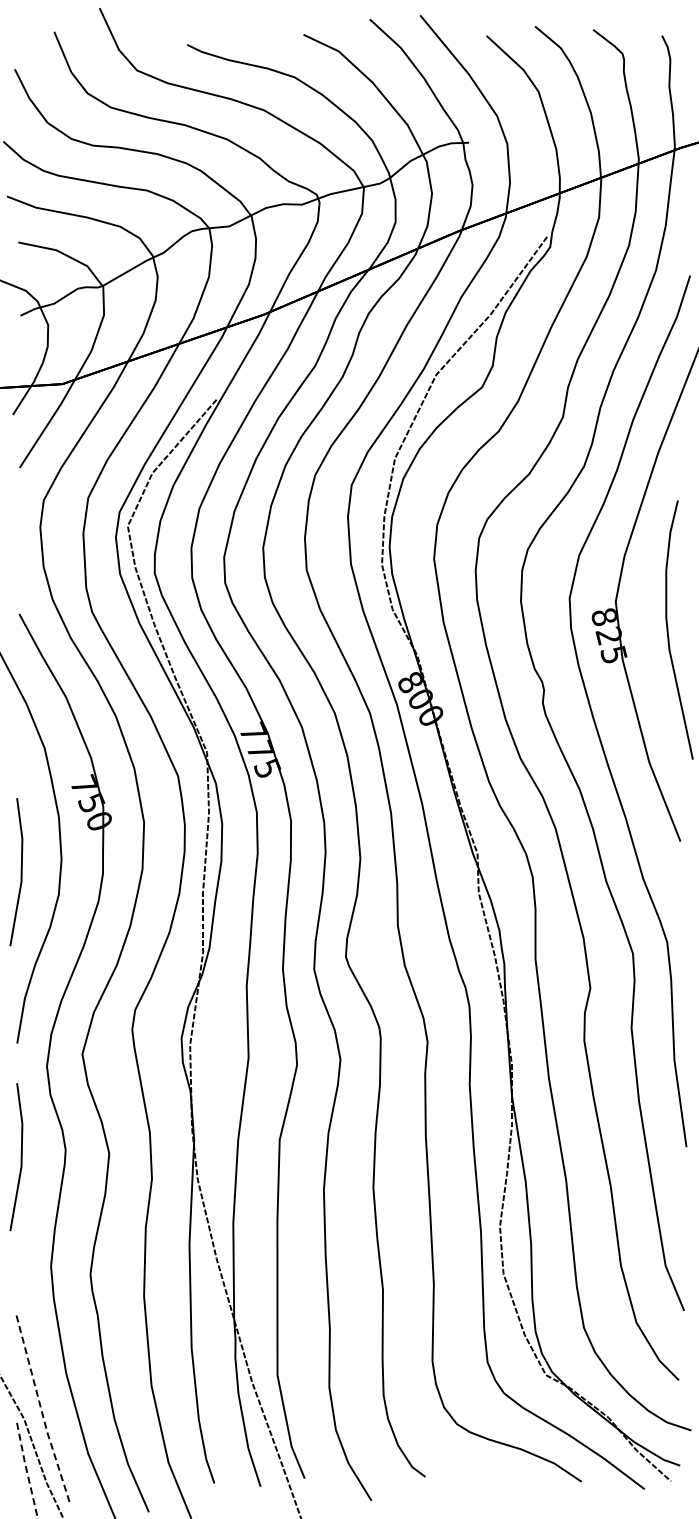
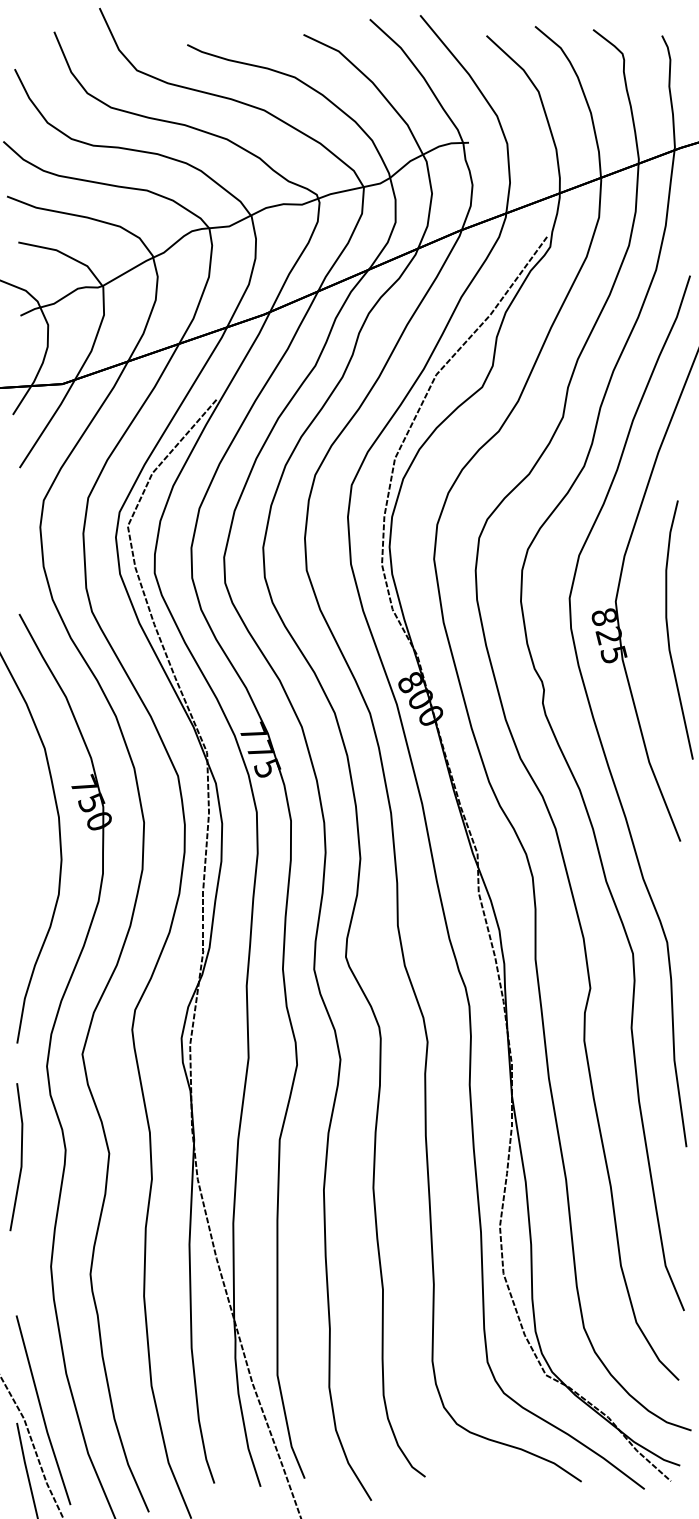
line at (20, 872): present -> none
line at (41, 1411): dashed -> solid
line at (26, 1470): dashed -> solid
